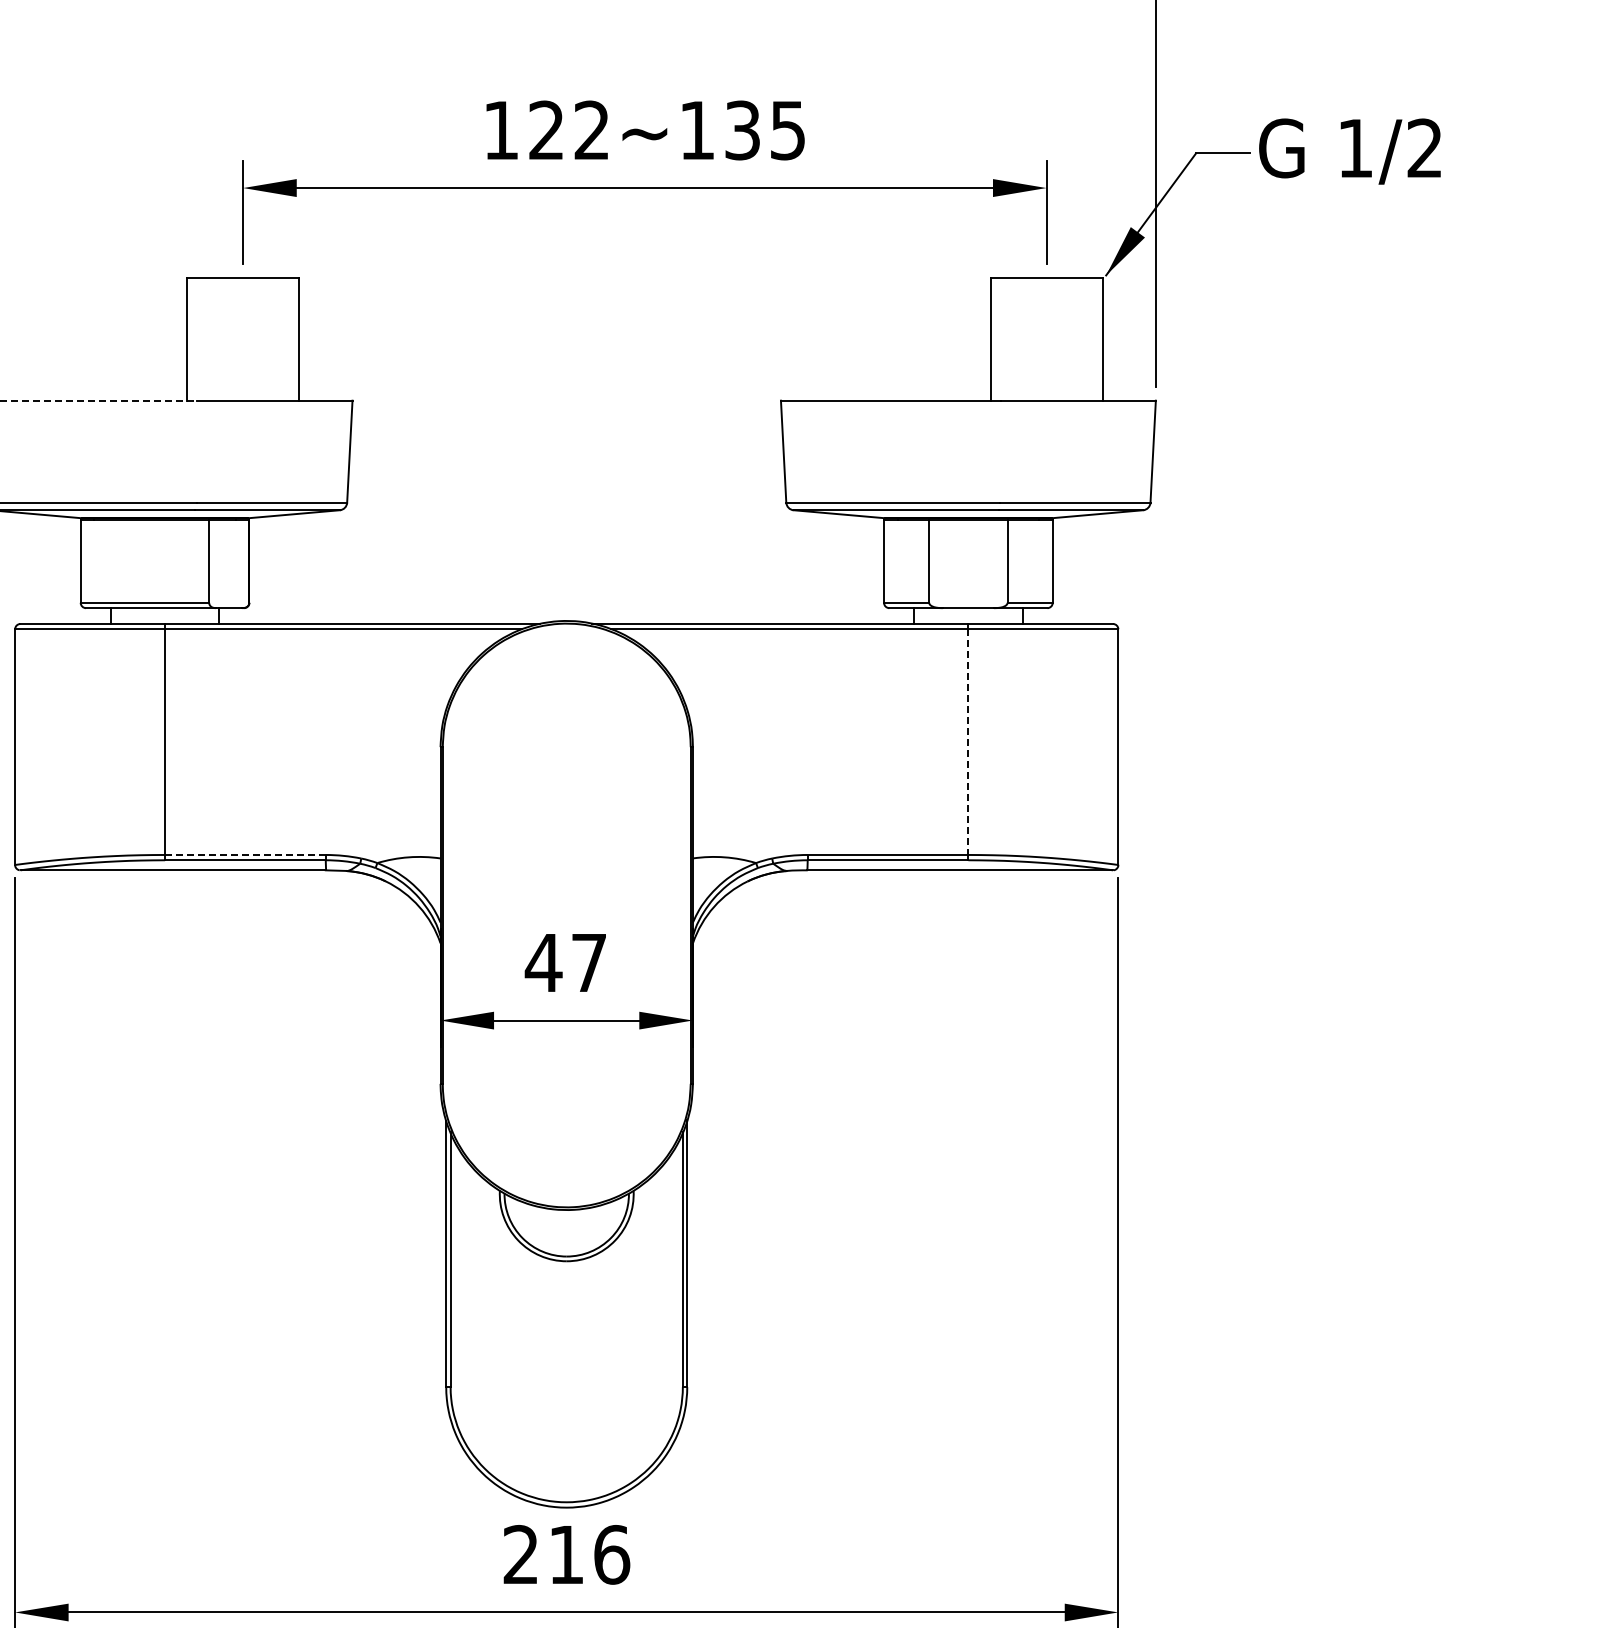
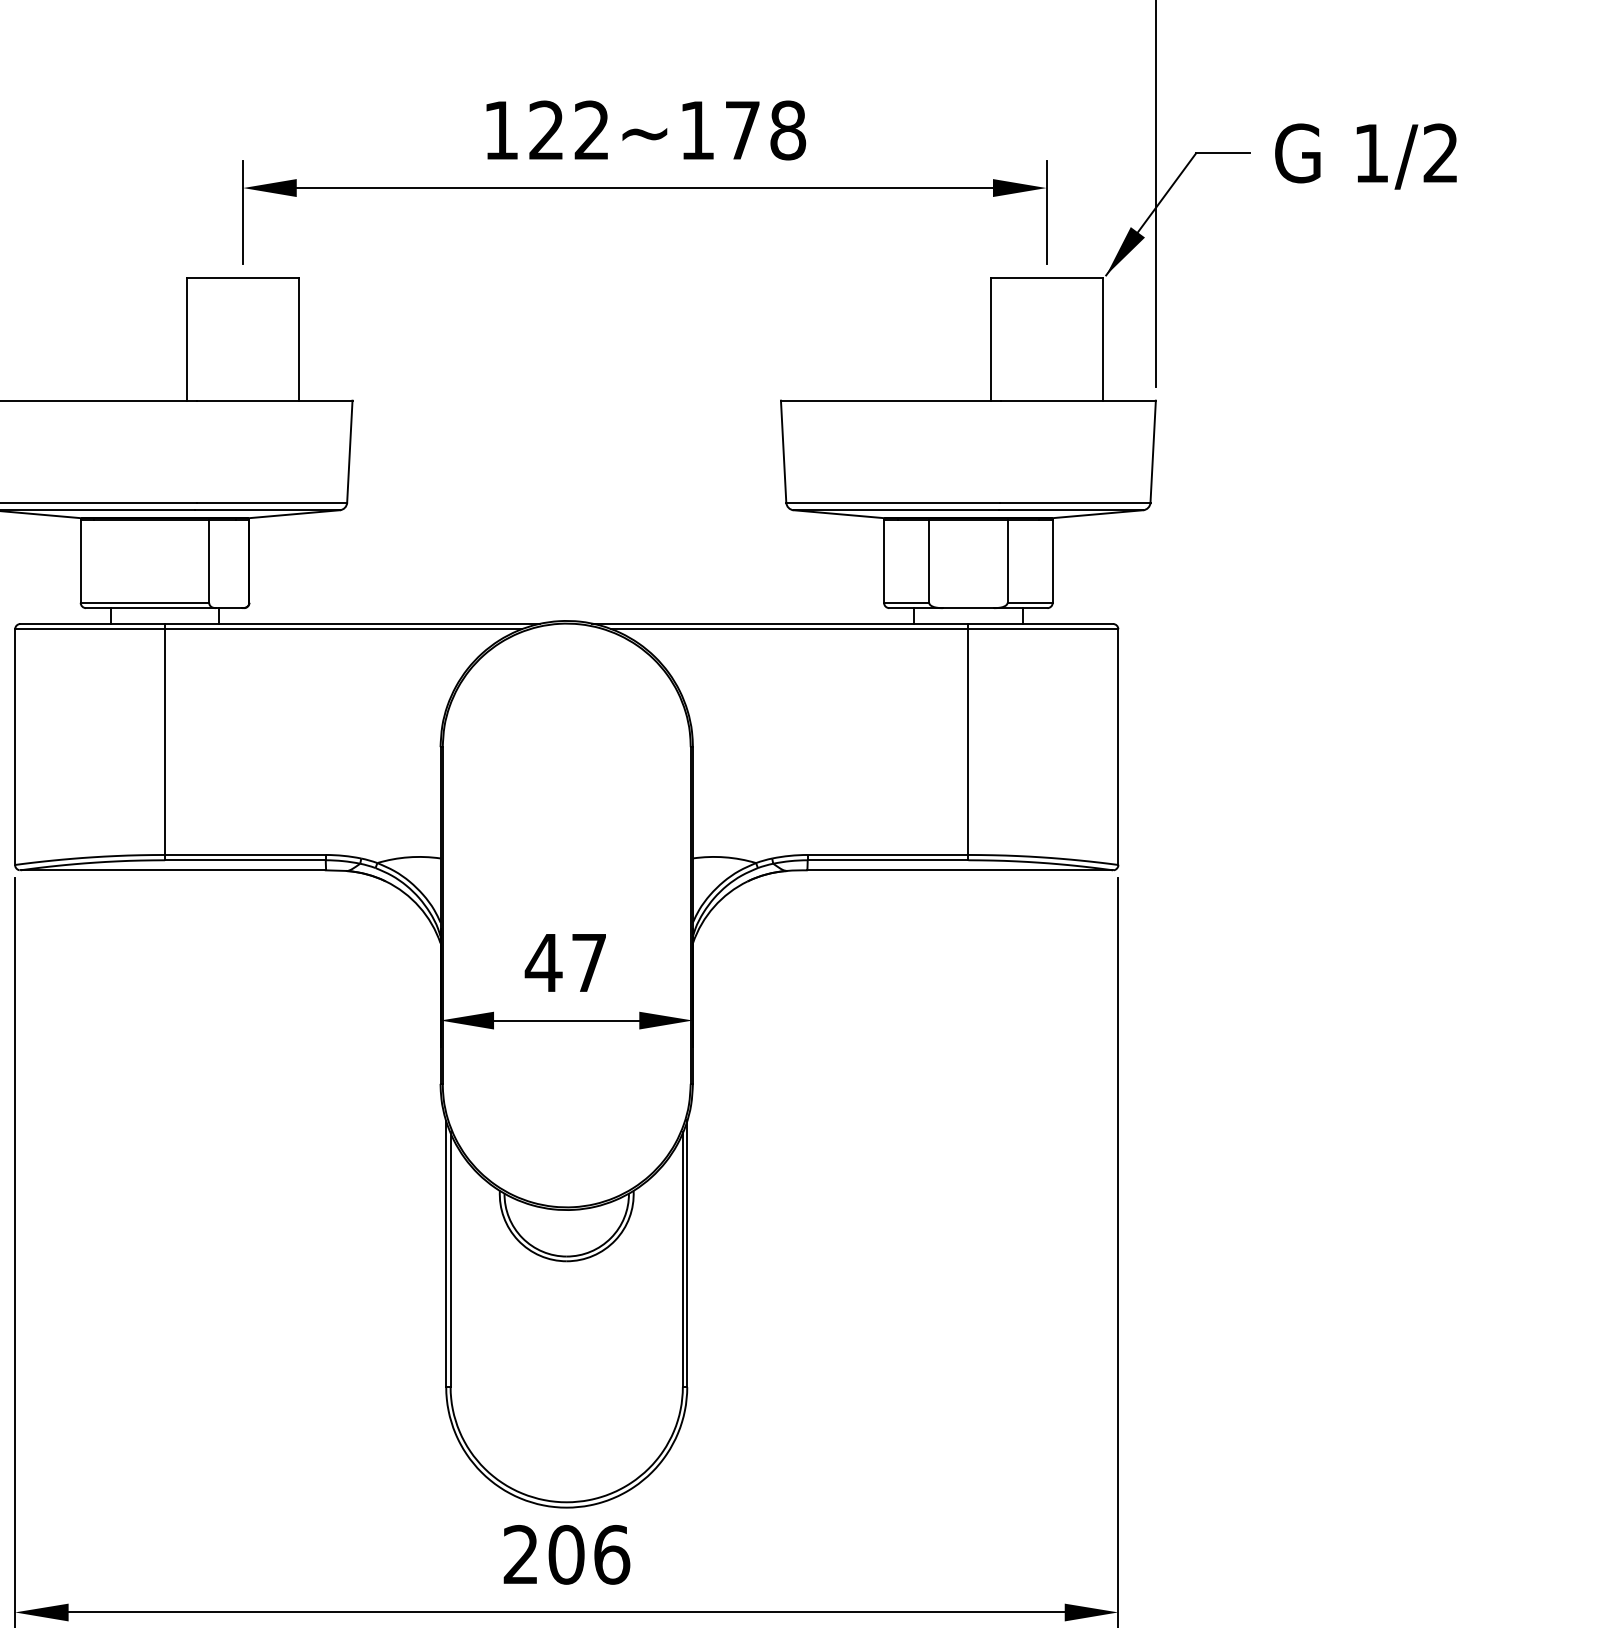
text at (765, 130): 122~135 -> 122~178
text at (1349, 151) position: (1349, 151) -> (1365, 156)
line at (99, 400): dashed -> solid
line at (968, 742): dashed -> solid
line at (244, 854): dashed -> solid
text at (566, 1554): 216 -> 206
